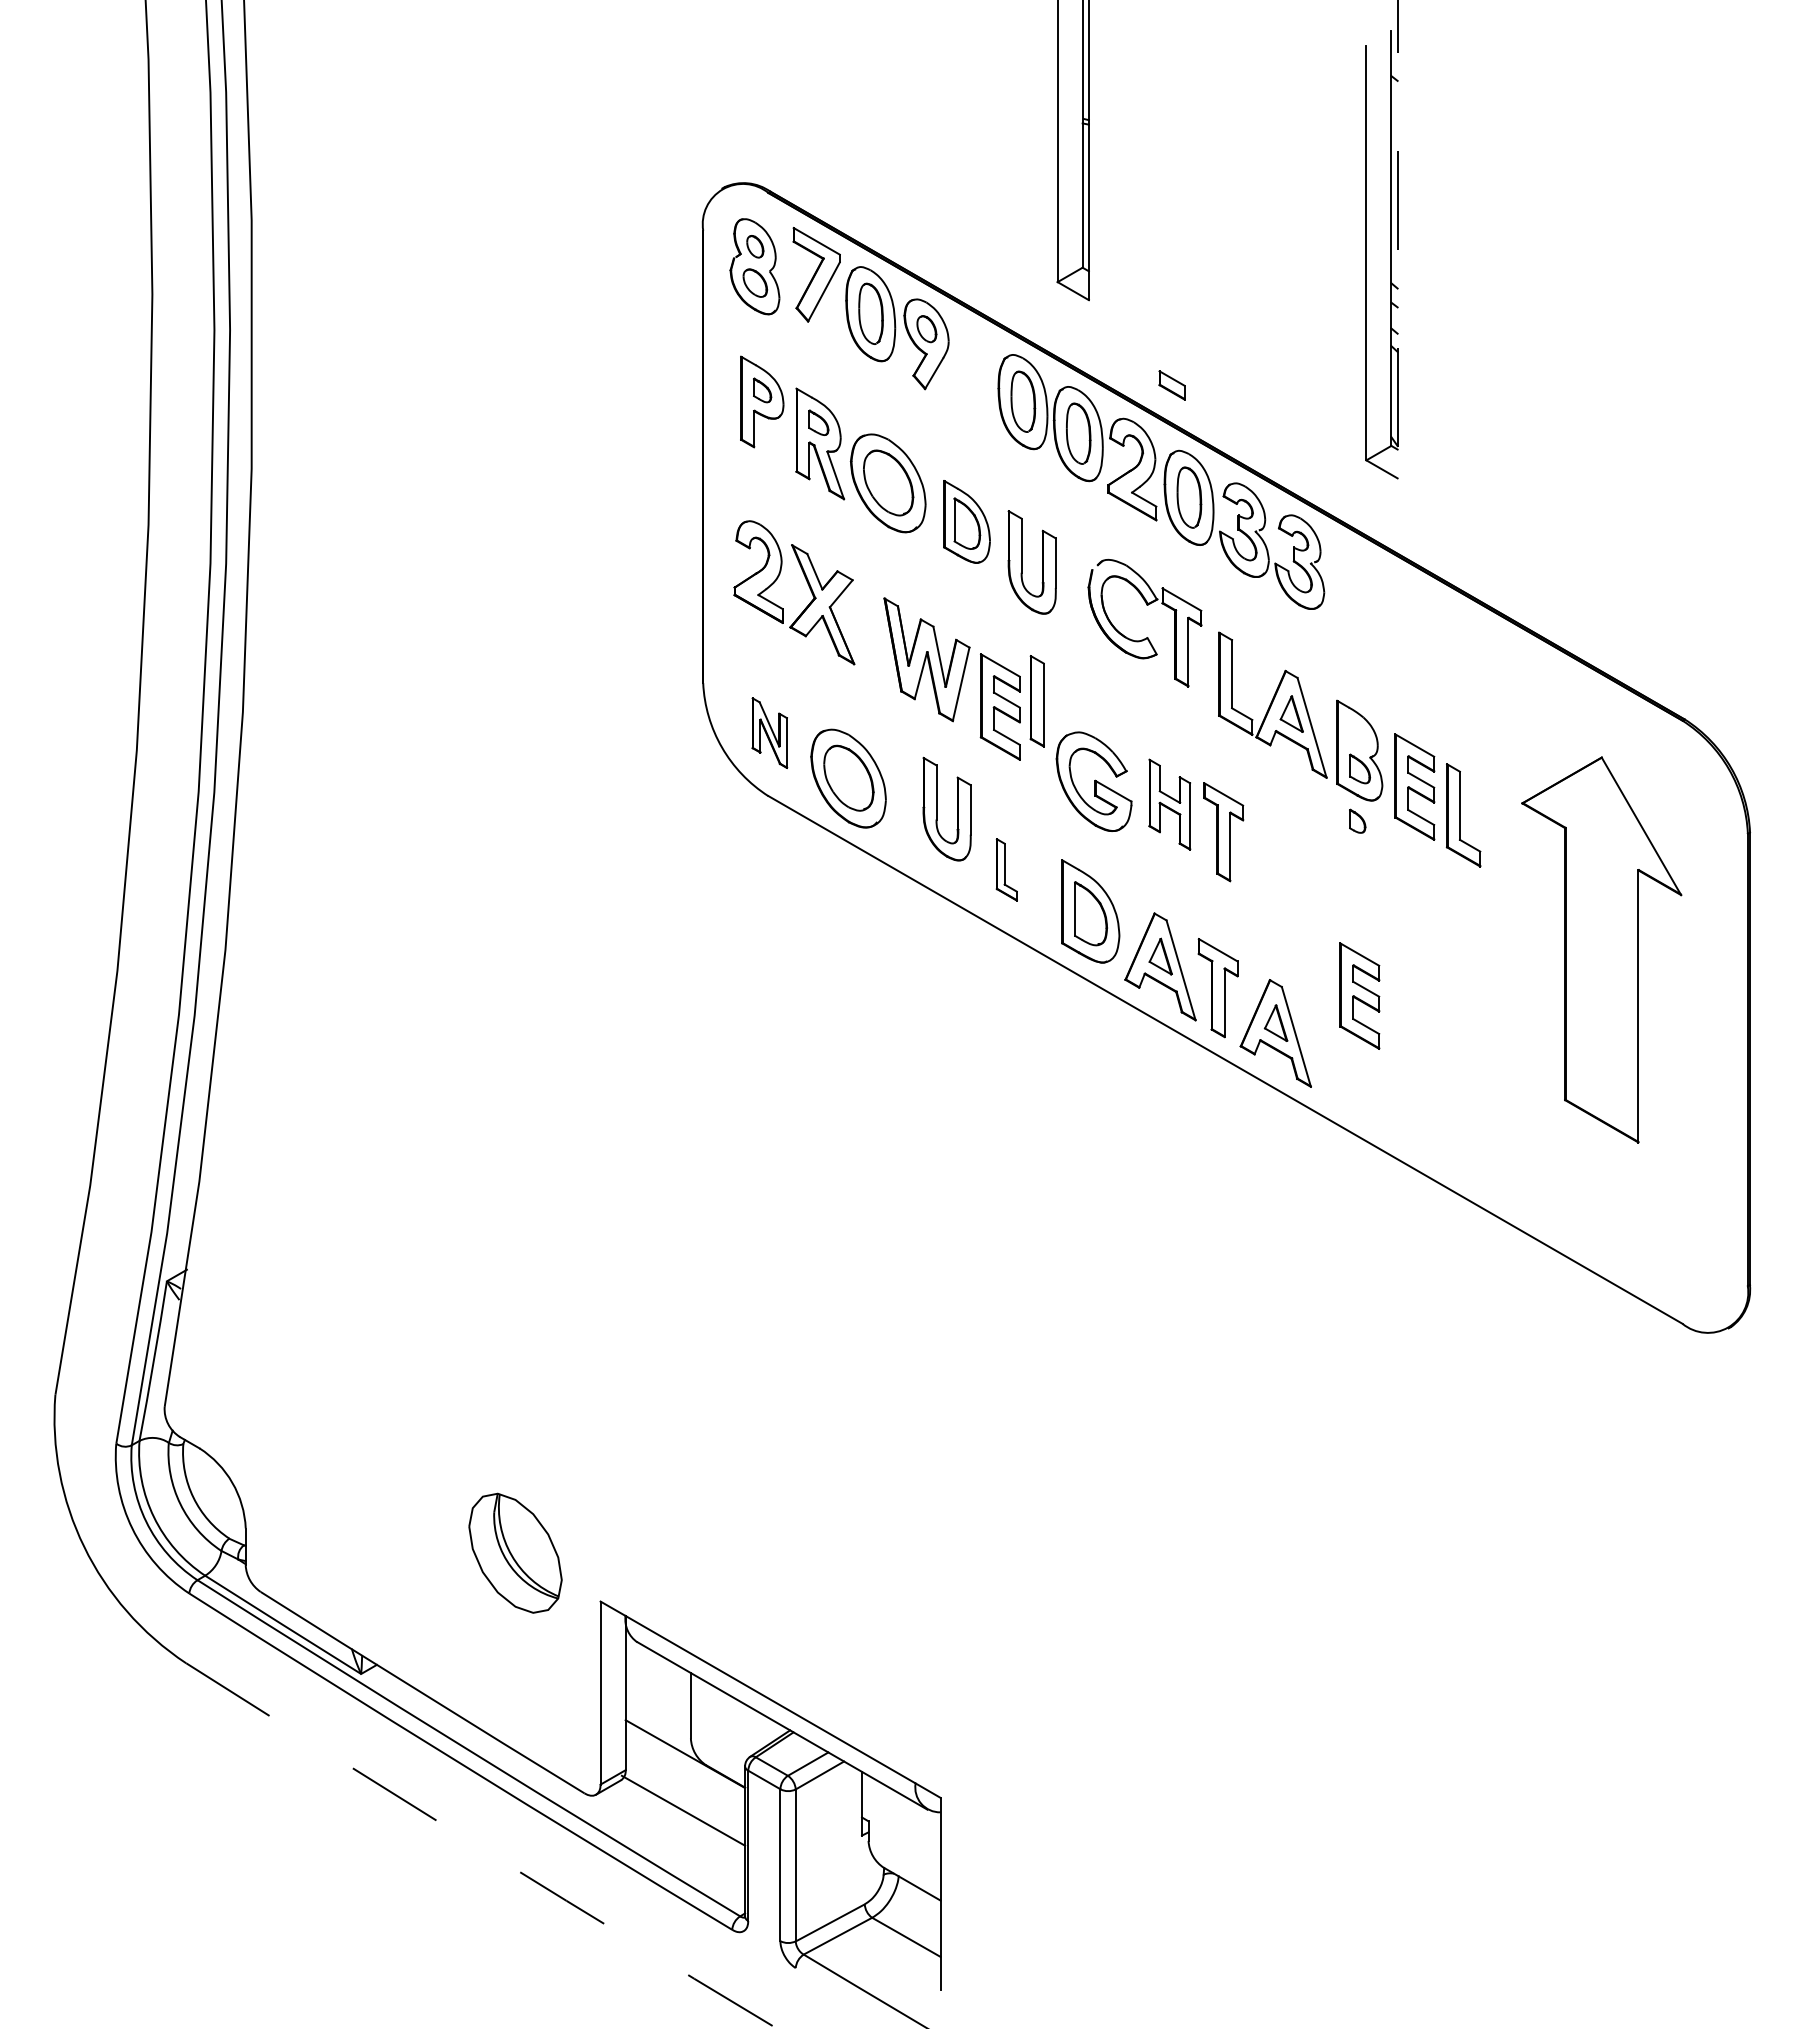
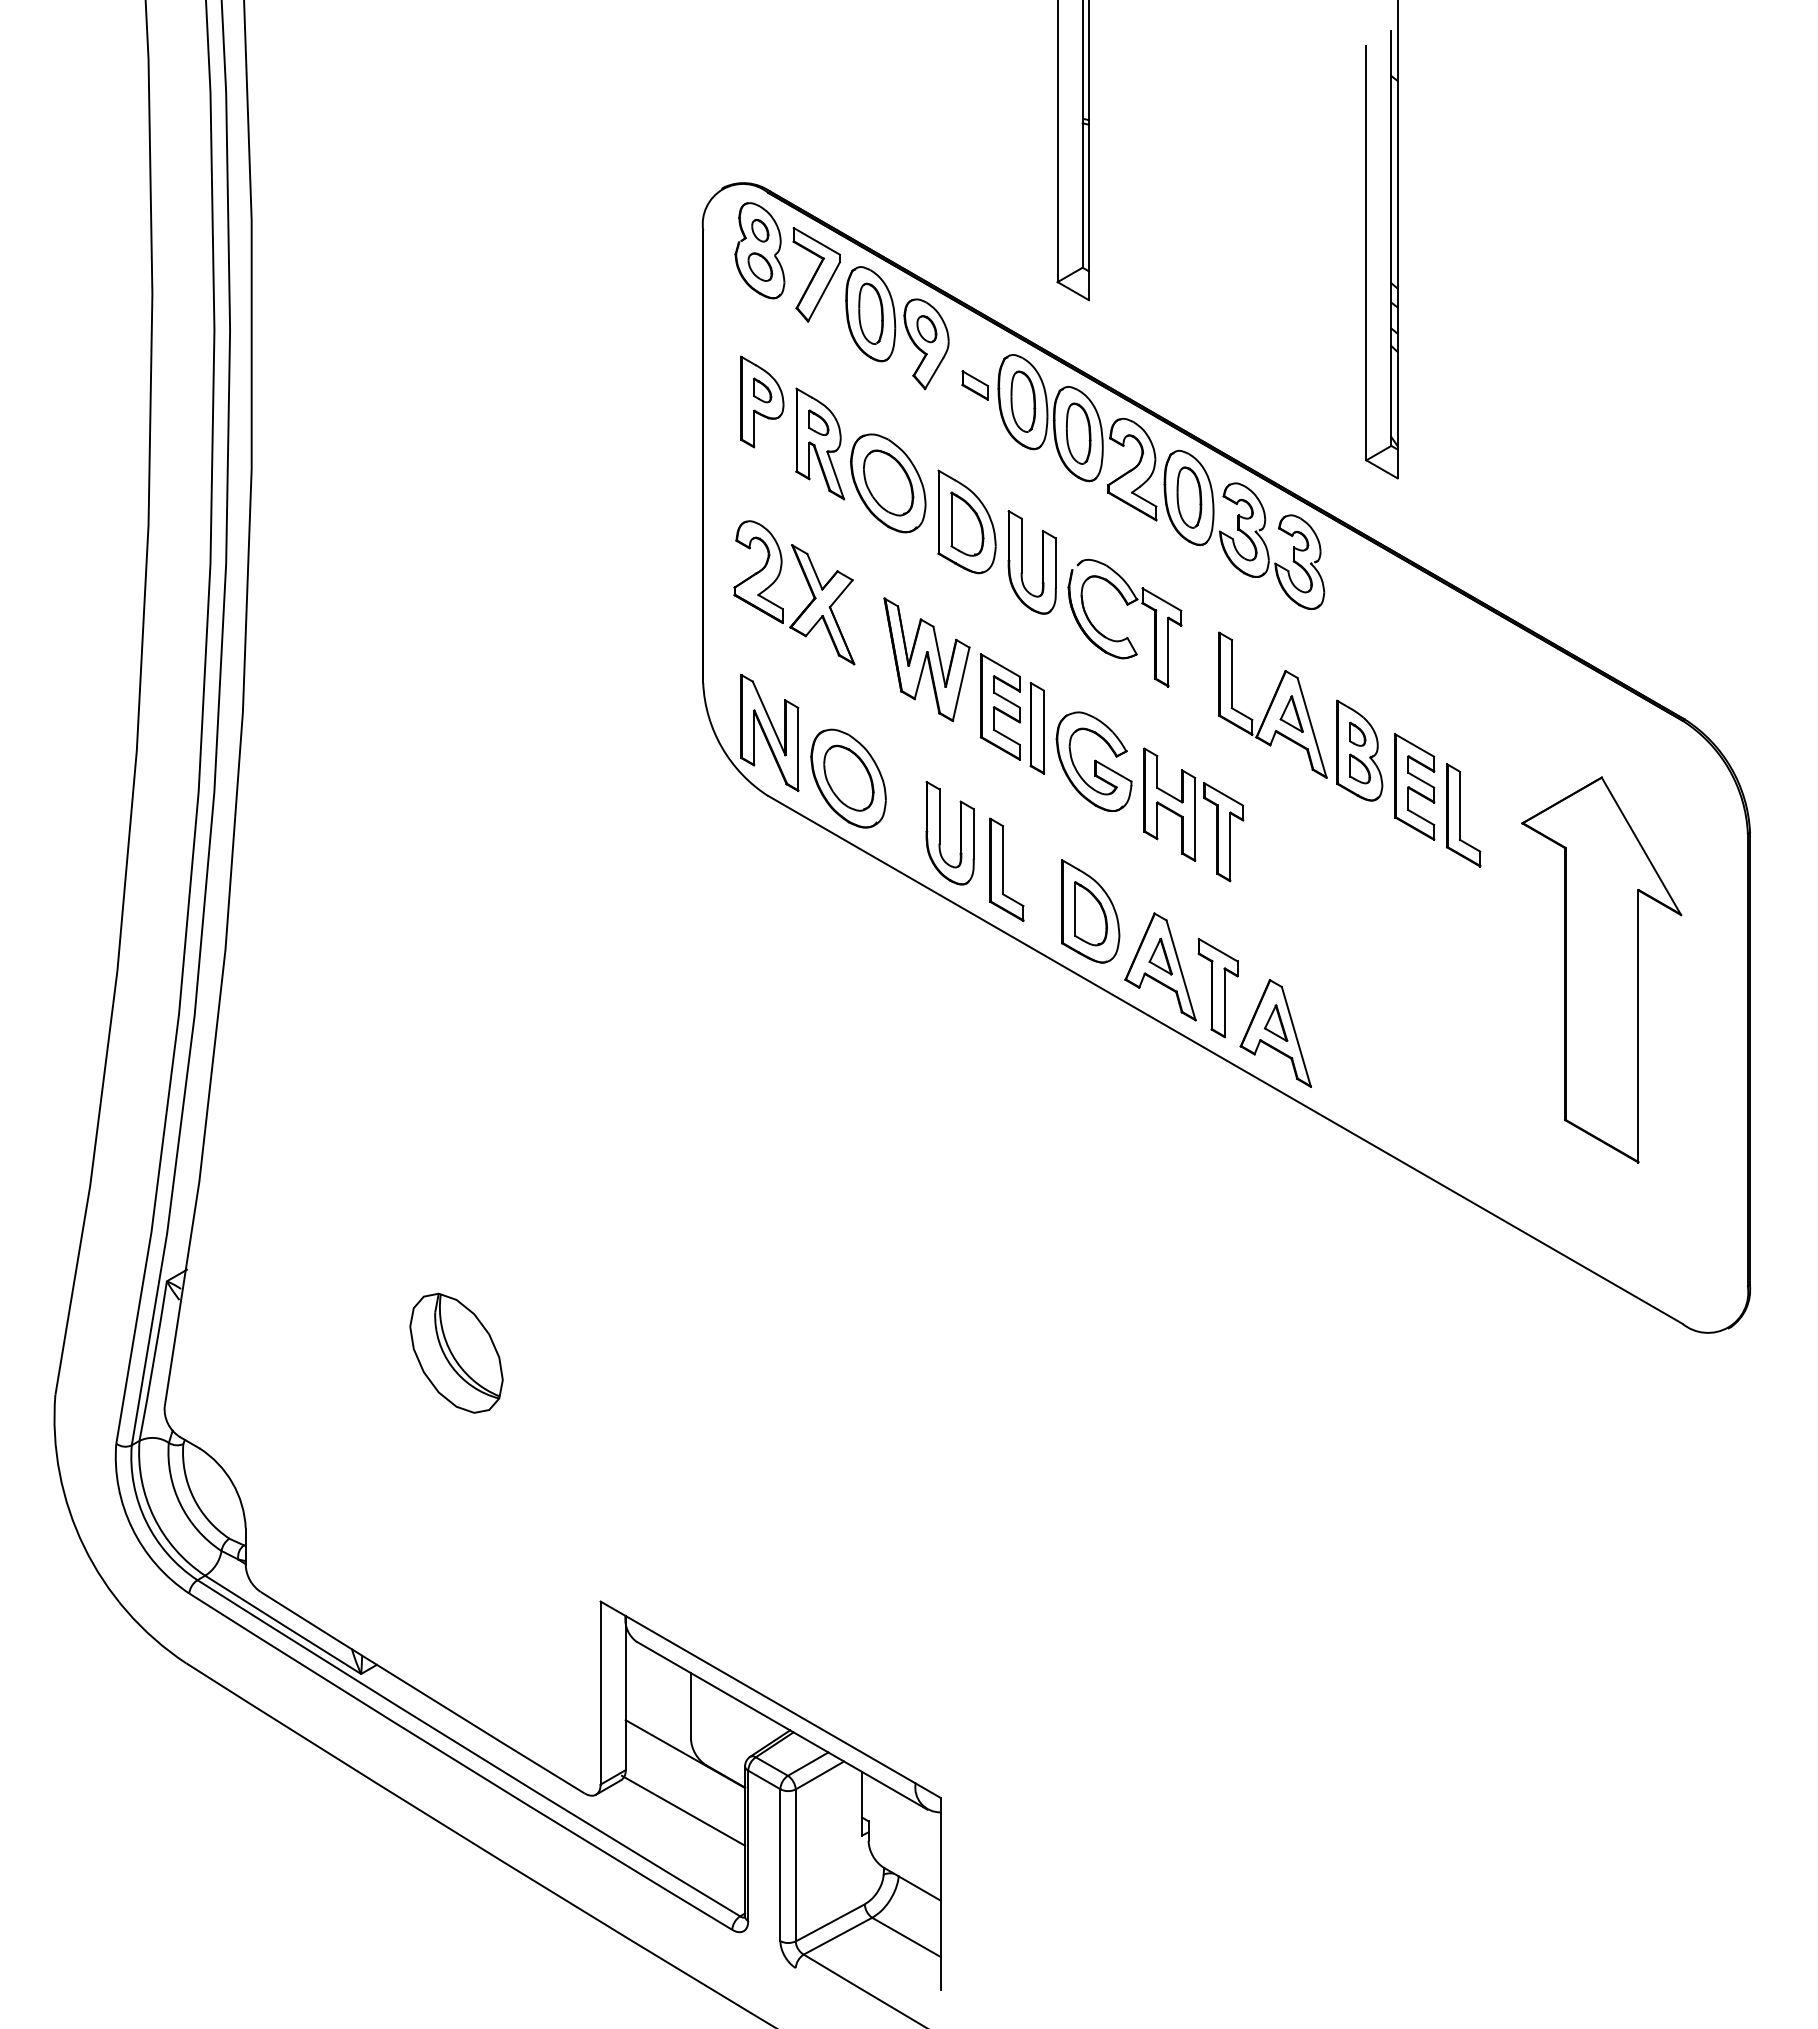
line at (1397, 239): dashed -> solid
part at (754, 266) position: (754, 266) -> (759, 250)
part at (1171, 385) position: (1171, 385) -> (974, 385)
part at (966, 521) size: 48x84 px -> 60x106 px
part at (1146, 637) position: (1146, 637) -> (1126, 637)
part at (1036, 701) position: (1036, 701) -> (1036, 728)
part at (769, 732) size: 38x72 px -> 60x119 px
part at (1093, 781) position: (1093, 781) -> (1093, 761)
part at (1169, 804) size: 44x93 px -> 54x115 px
part at (937, 808) position: (937, 808) -> (940, 832)
part at (1357, 820) position: (1357, 820) -> (1357, 733)
part at (1006, 869) size: 23x64 px -> 36x106 px
part at (1601, 949) position: (1601, 949) -> (1601, 969)
part at (1359, 995): present -> none
part at (515, 1552) position: (515, 1552) -> (456, 1352)
arc at (480, 1848): dashed -> solid
